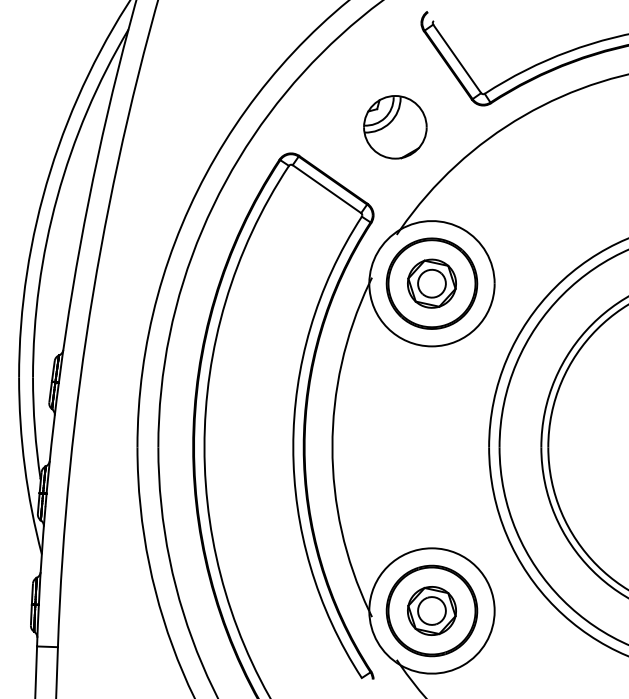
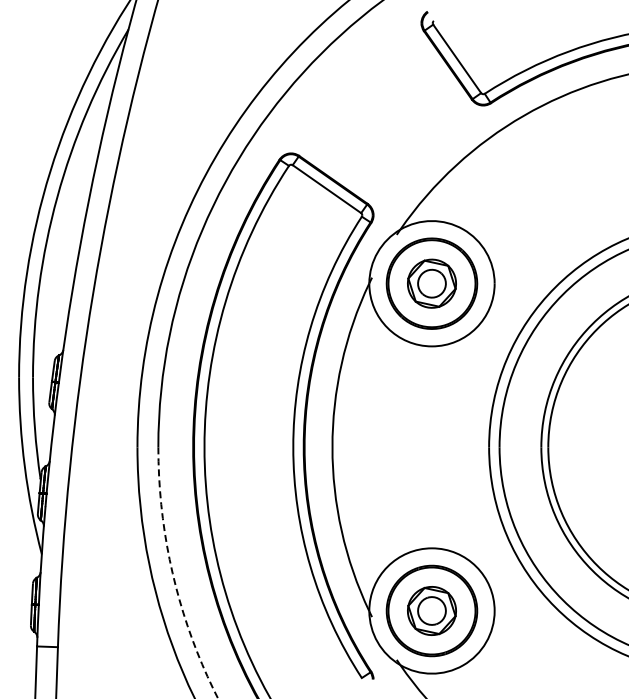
part at (395, 127): present -> none
arc at (173, 576): solid -> dashed
